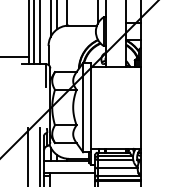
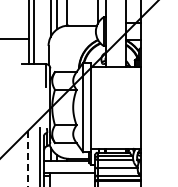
line at (40, 33): present -> none
line at (15, 56) position: (15, 56) -> (15, 38)
line at (27, 156): solid -> dashed
